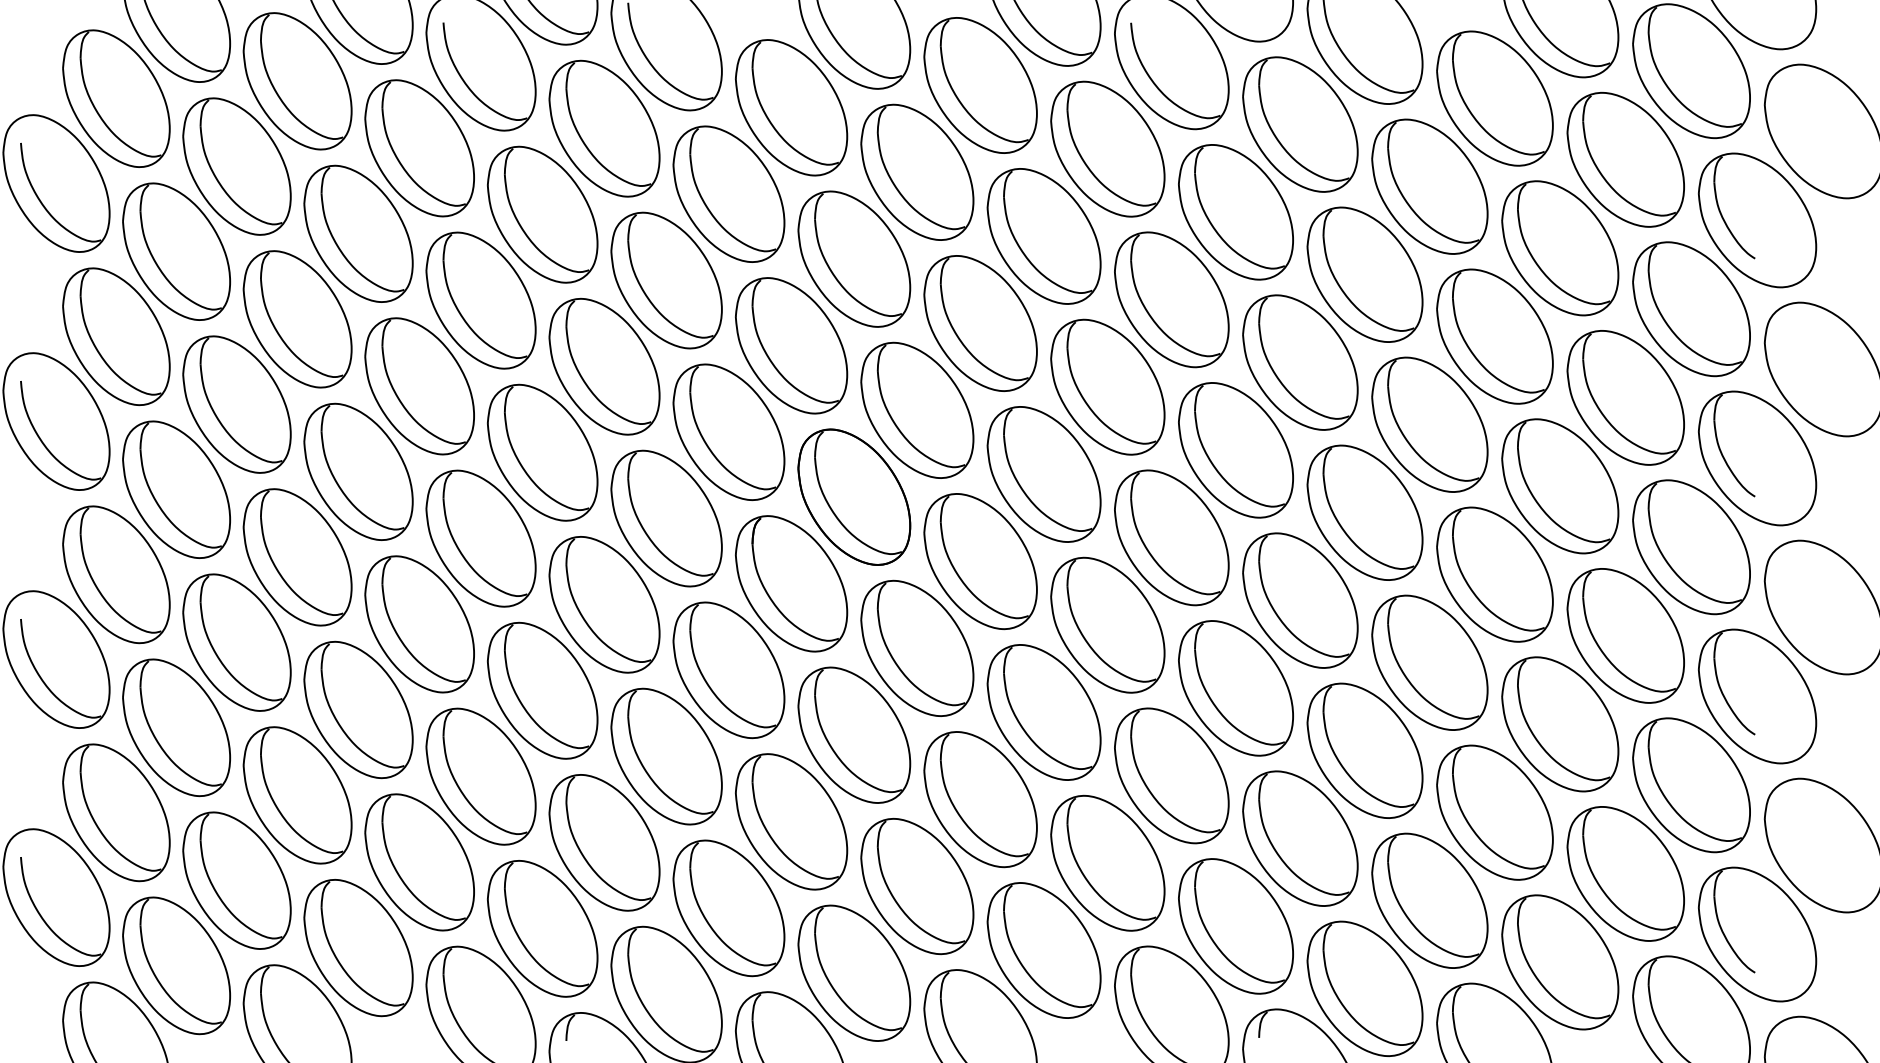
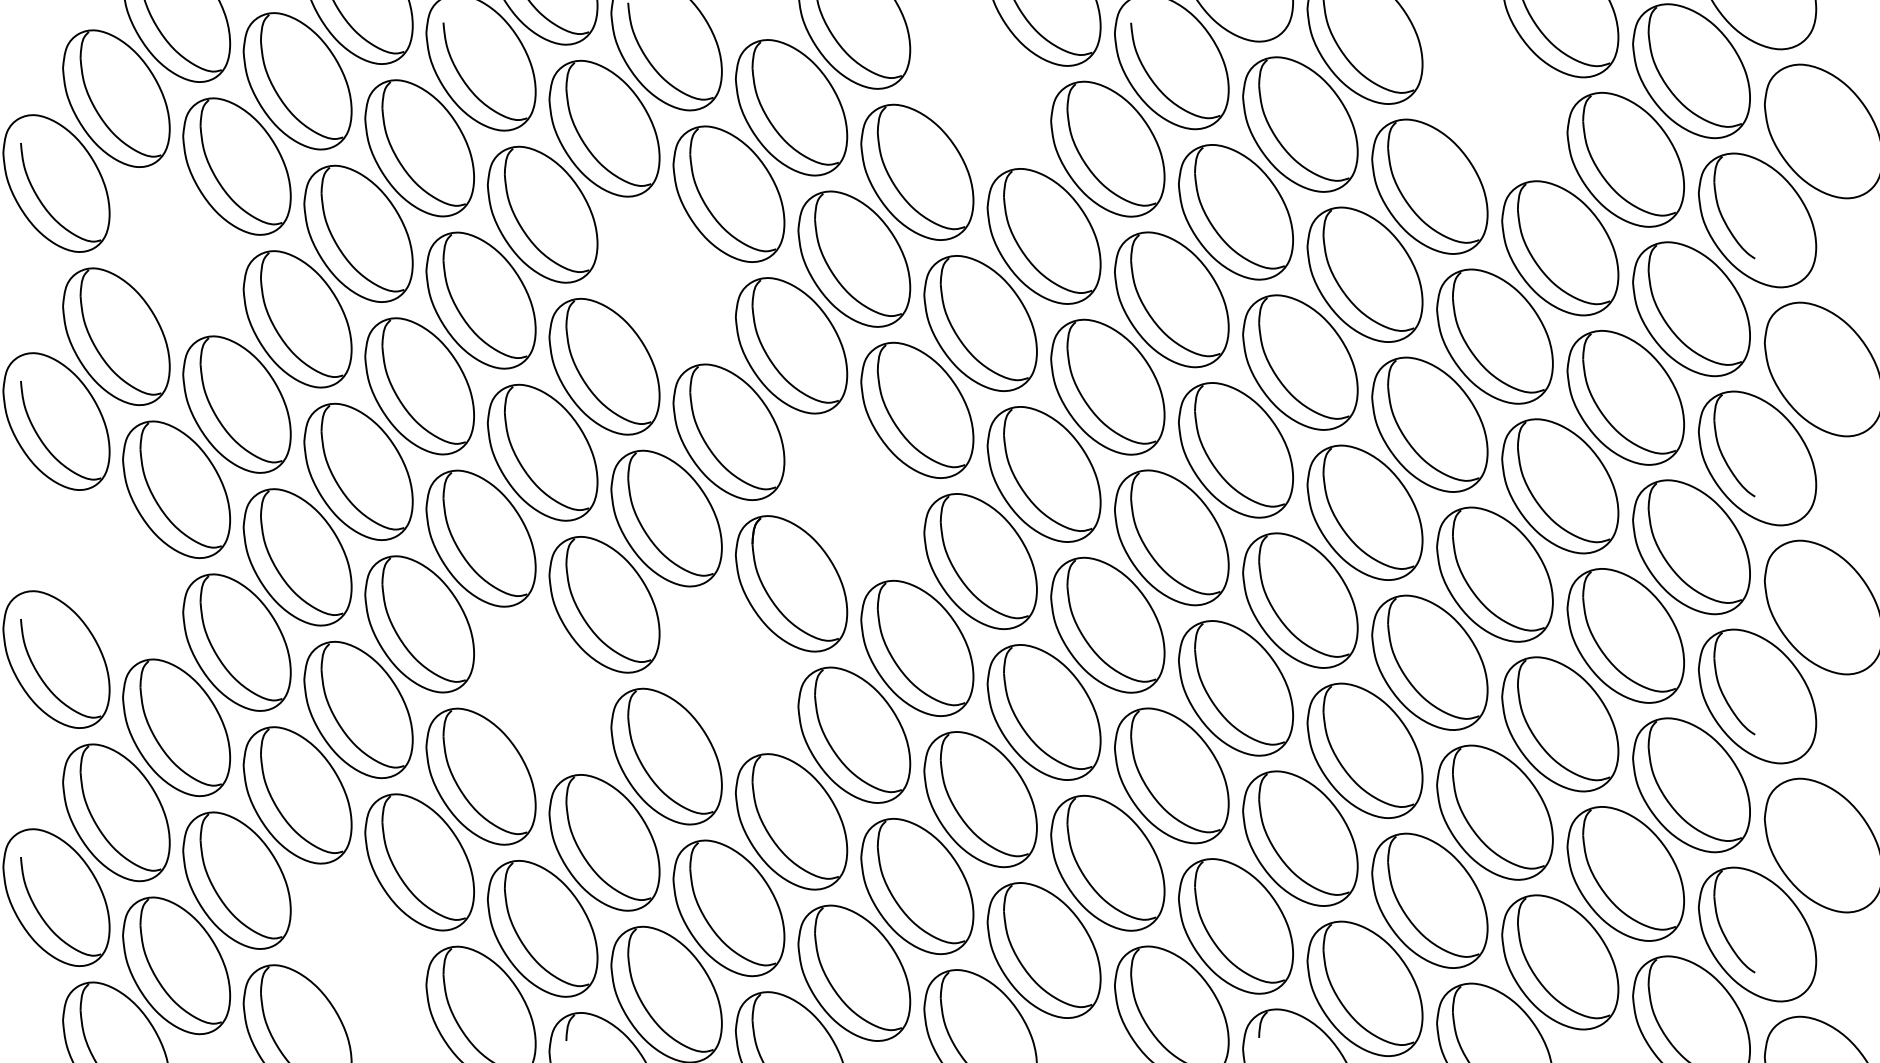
part at (980, 85): present -> none
part at (1494, 98): present -> none
part at (176, 251): present -> none
part at (666, 280): present -> none
part at (854, 496): present -> none
part at (116, 574): present -> none
part at (728, 670): present -> none
part at (542, 690): present -> none
part at (358, 948): present -> none
